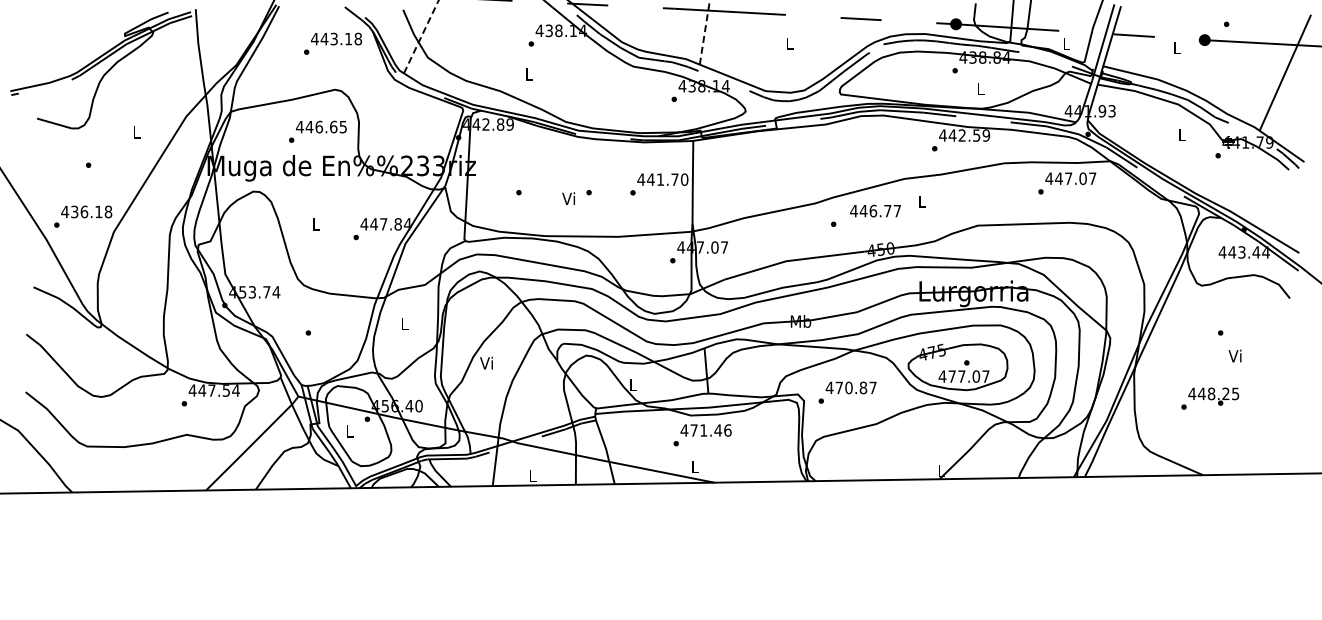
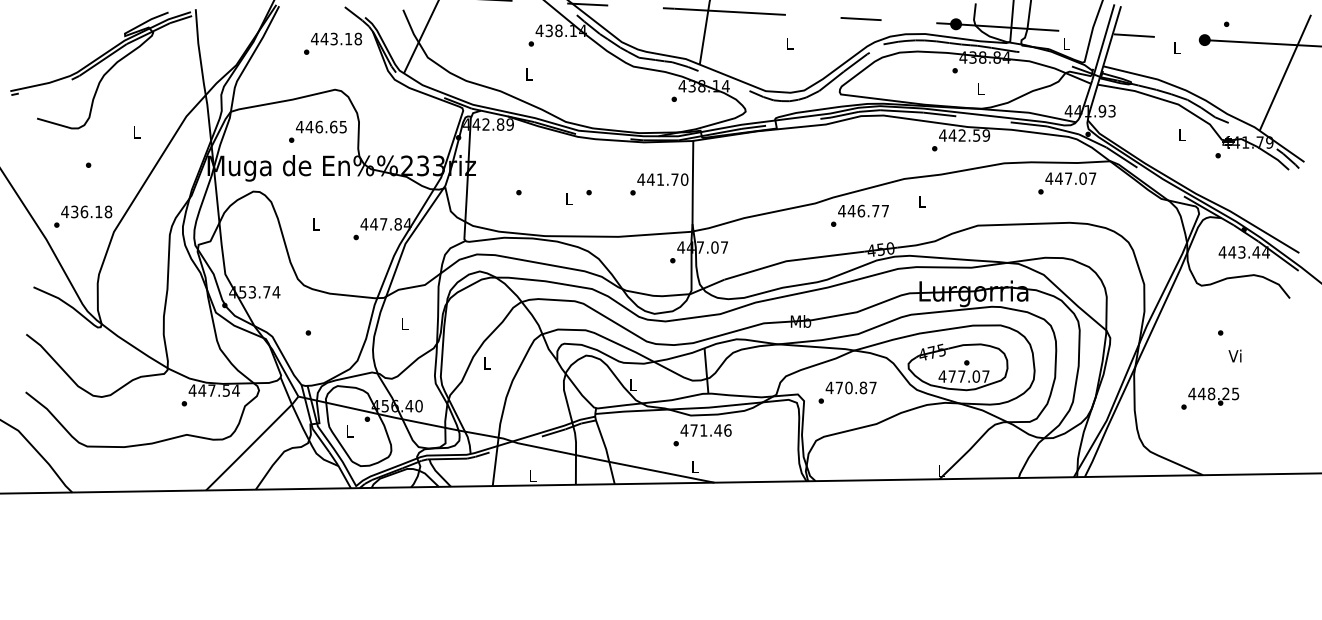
line at (704, 32): dashed -> solid
line at (421, 36): dashed -> solid
text at (568, 198): Vi -> L
text at (875, 210) position: (875, 210) -> (863, 210)
text at (486, 362): Vi -> L
